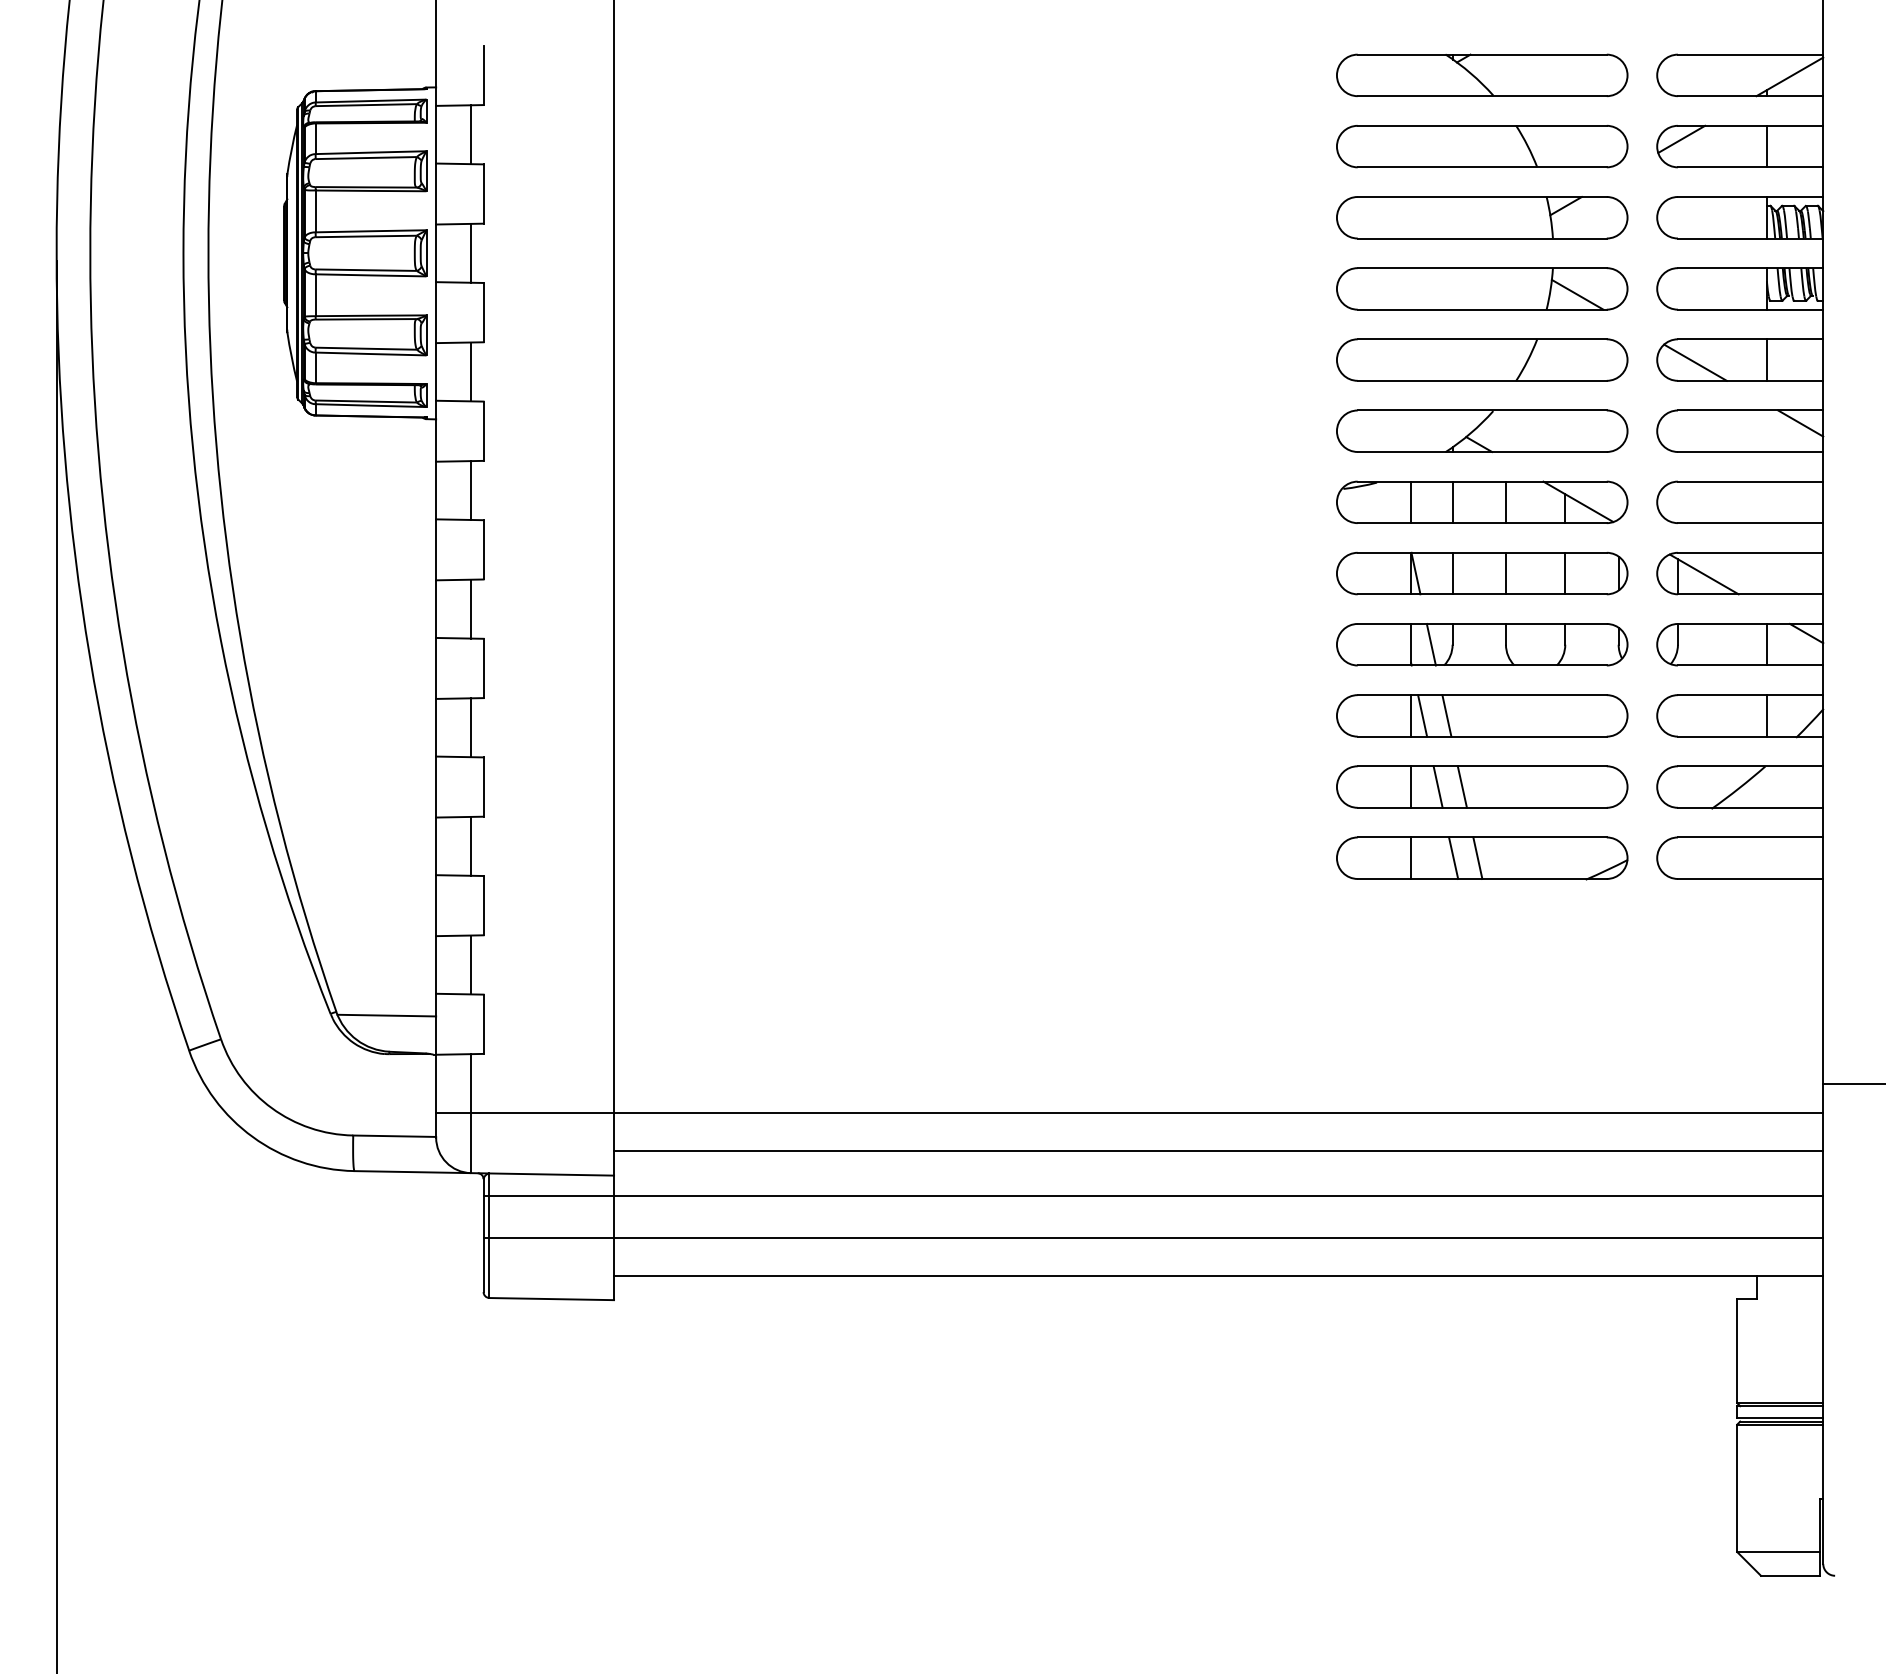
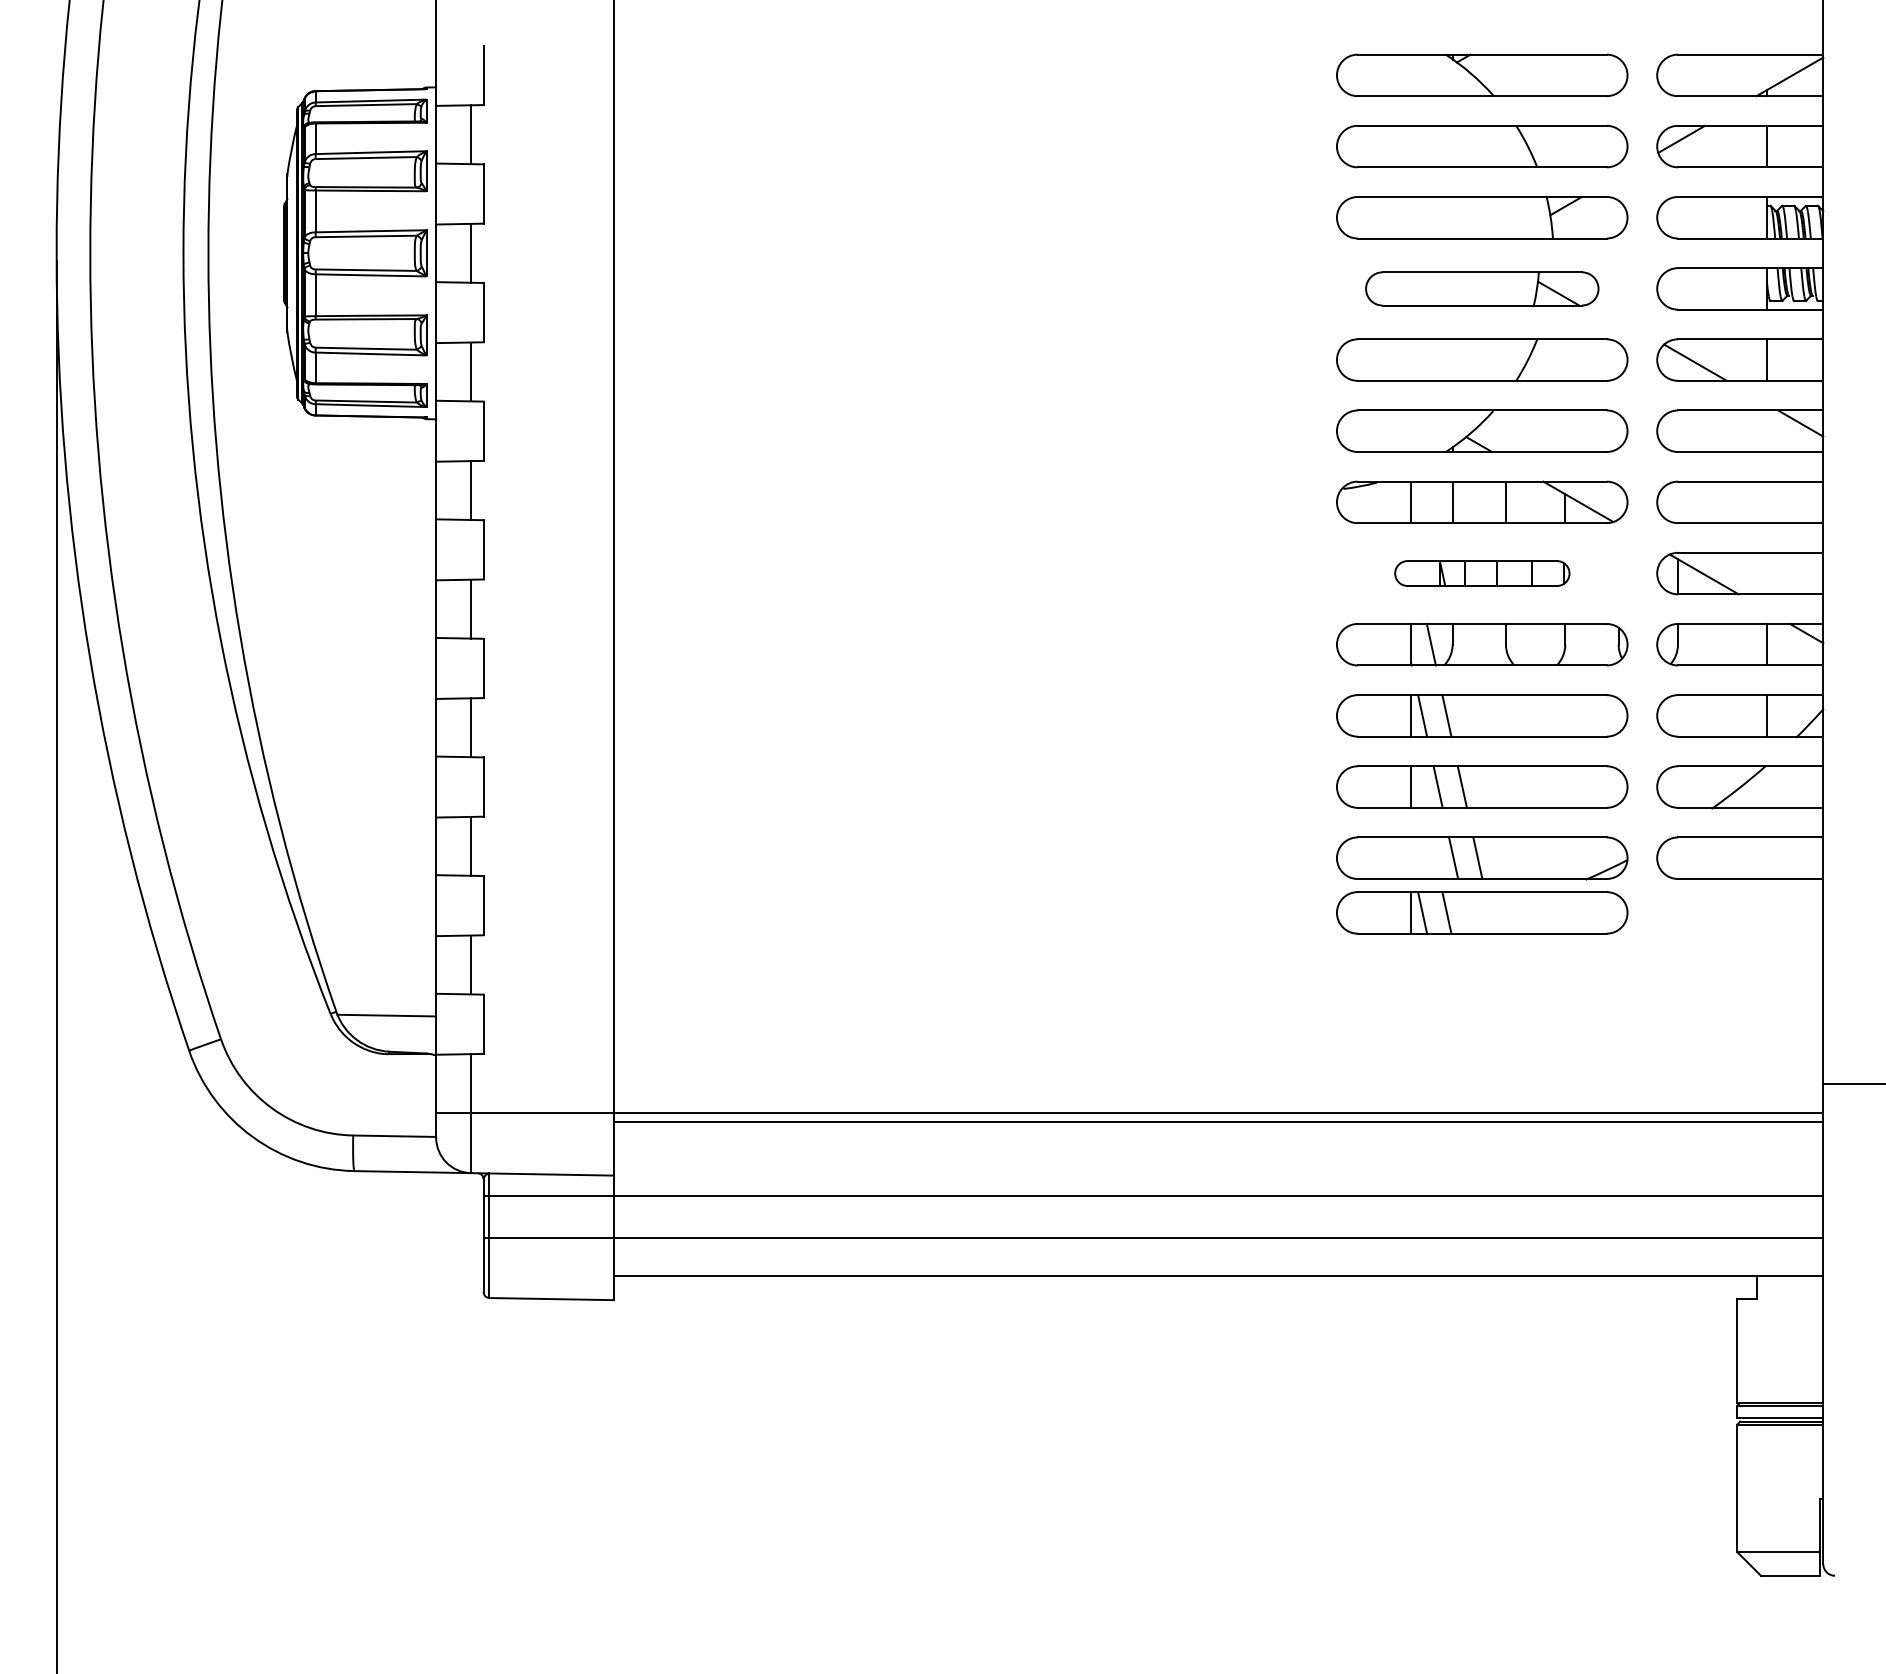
part at (1482, 288) size: 293x44 px -> 235x36 px
part at (1482, 573) size: 293x45 px -> 177x27 px
line at (1411, 857): present -> none
part at (1482, 912): none -> present
line at (1218, 1151) position: (1218, 1151) -> (1218, 1122)
